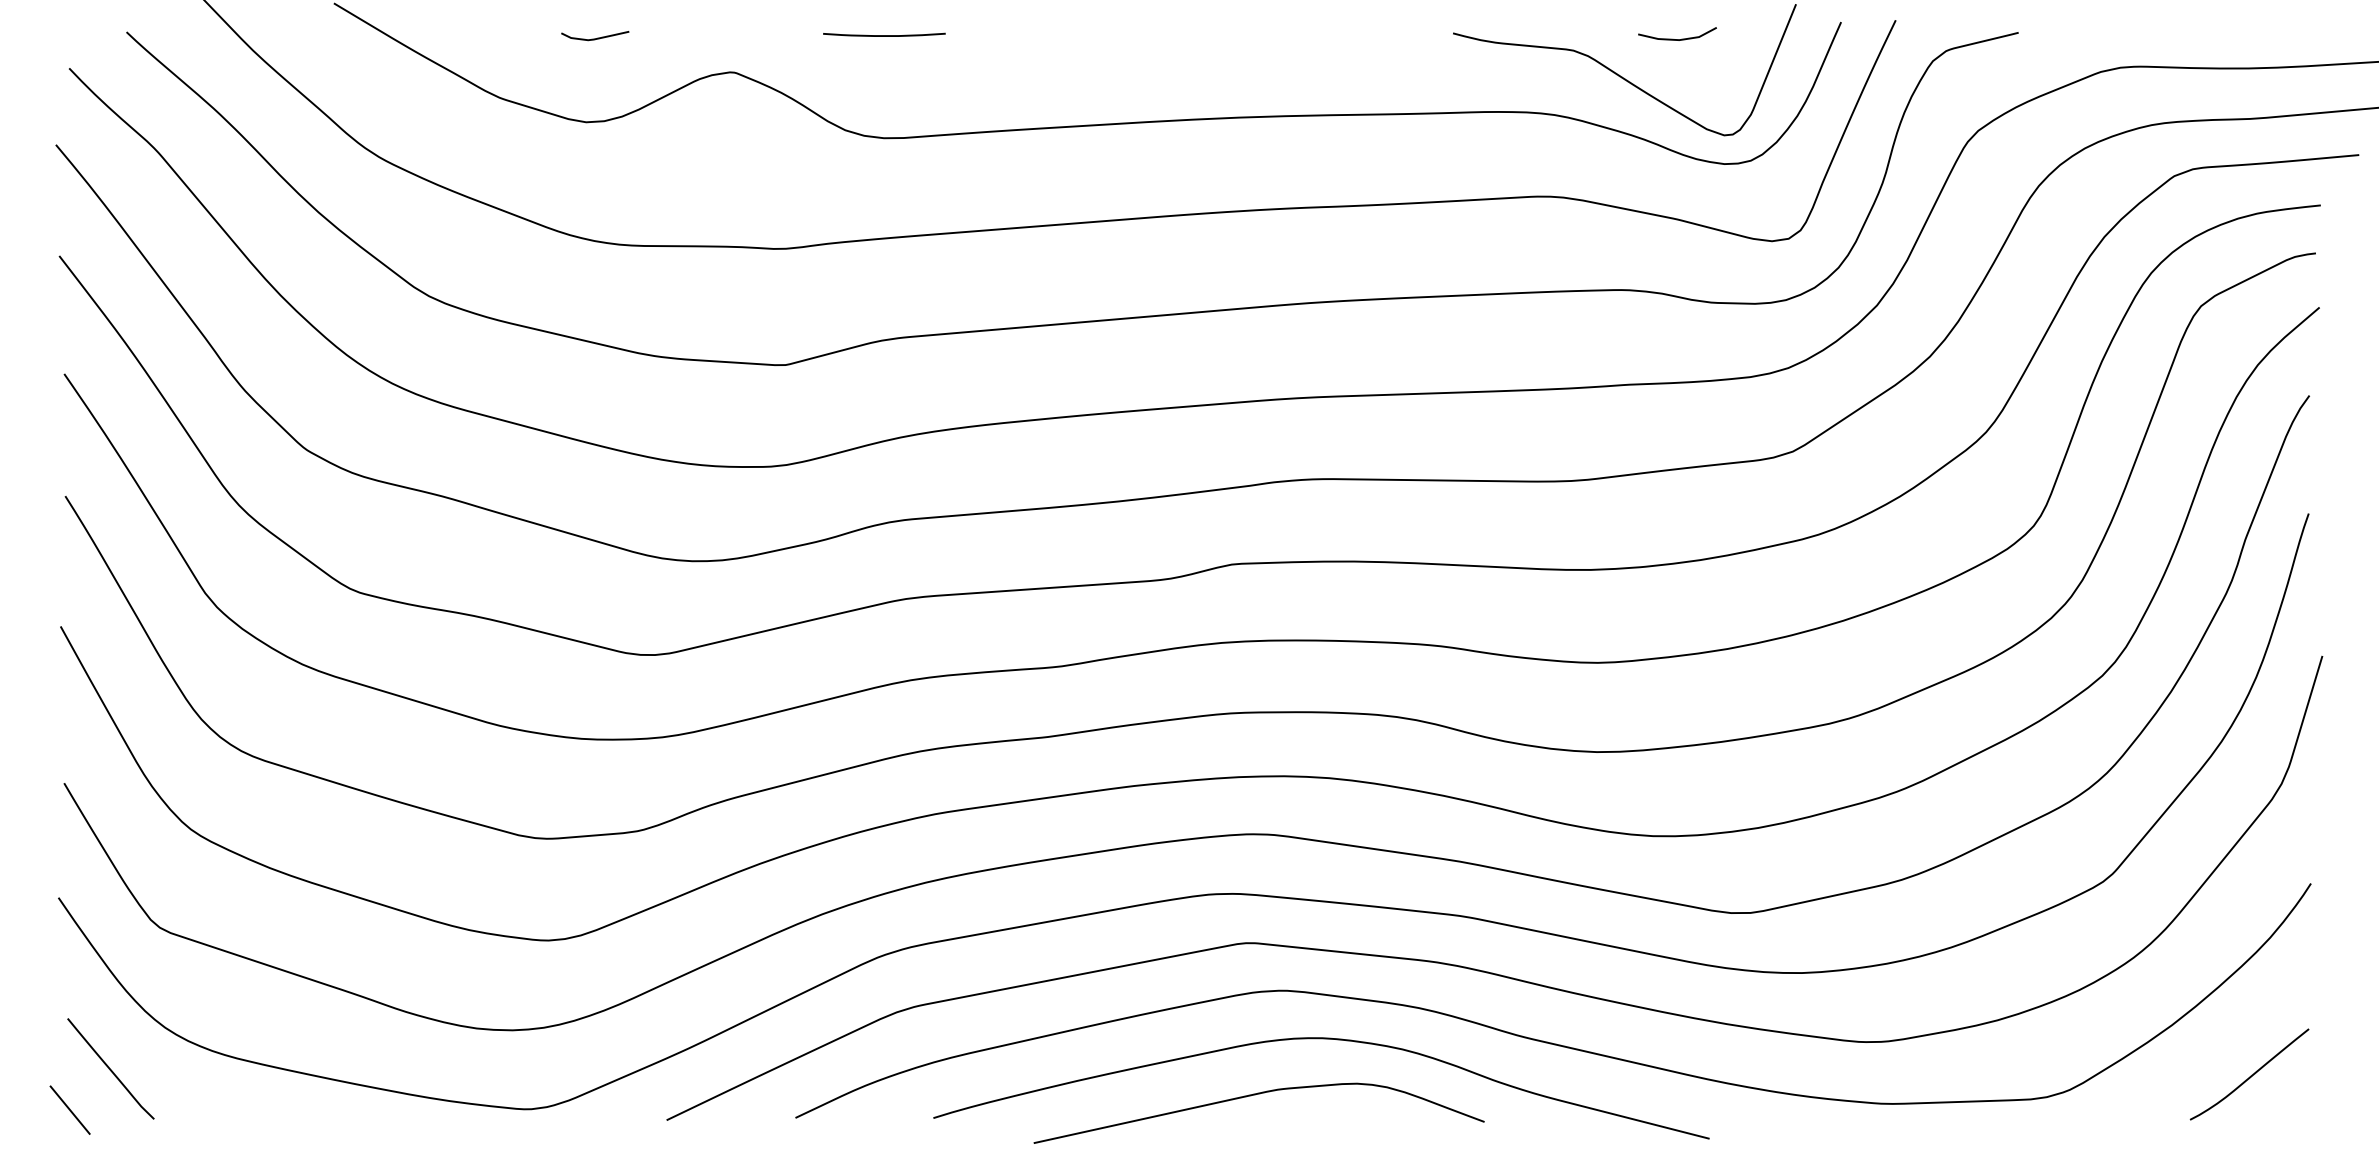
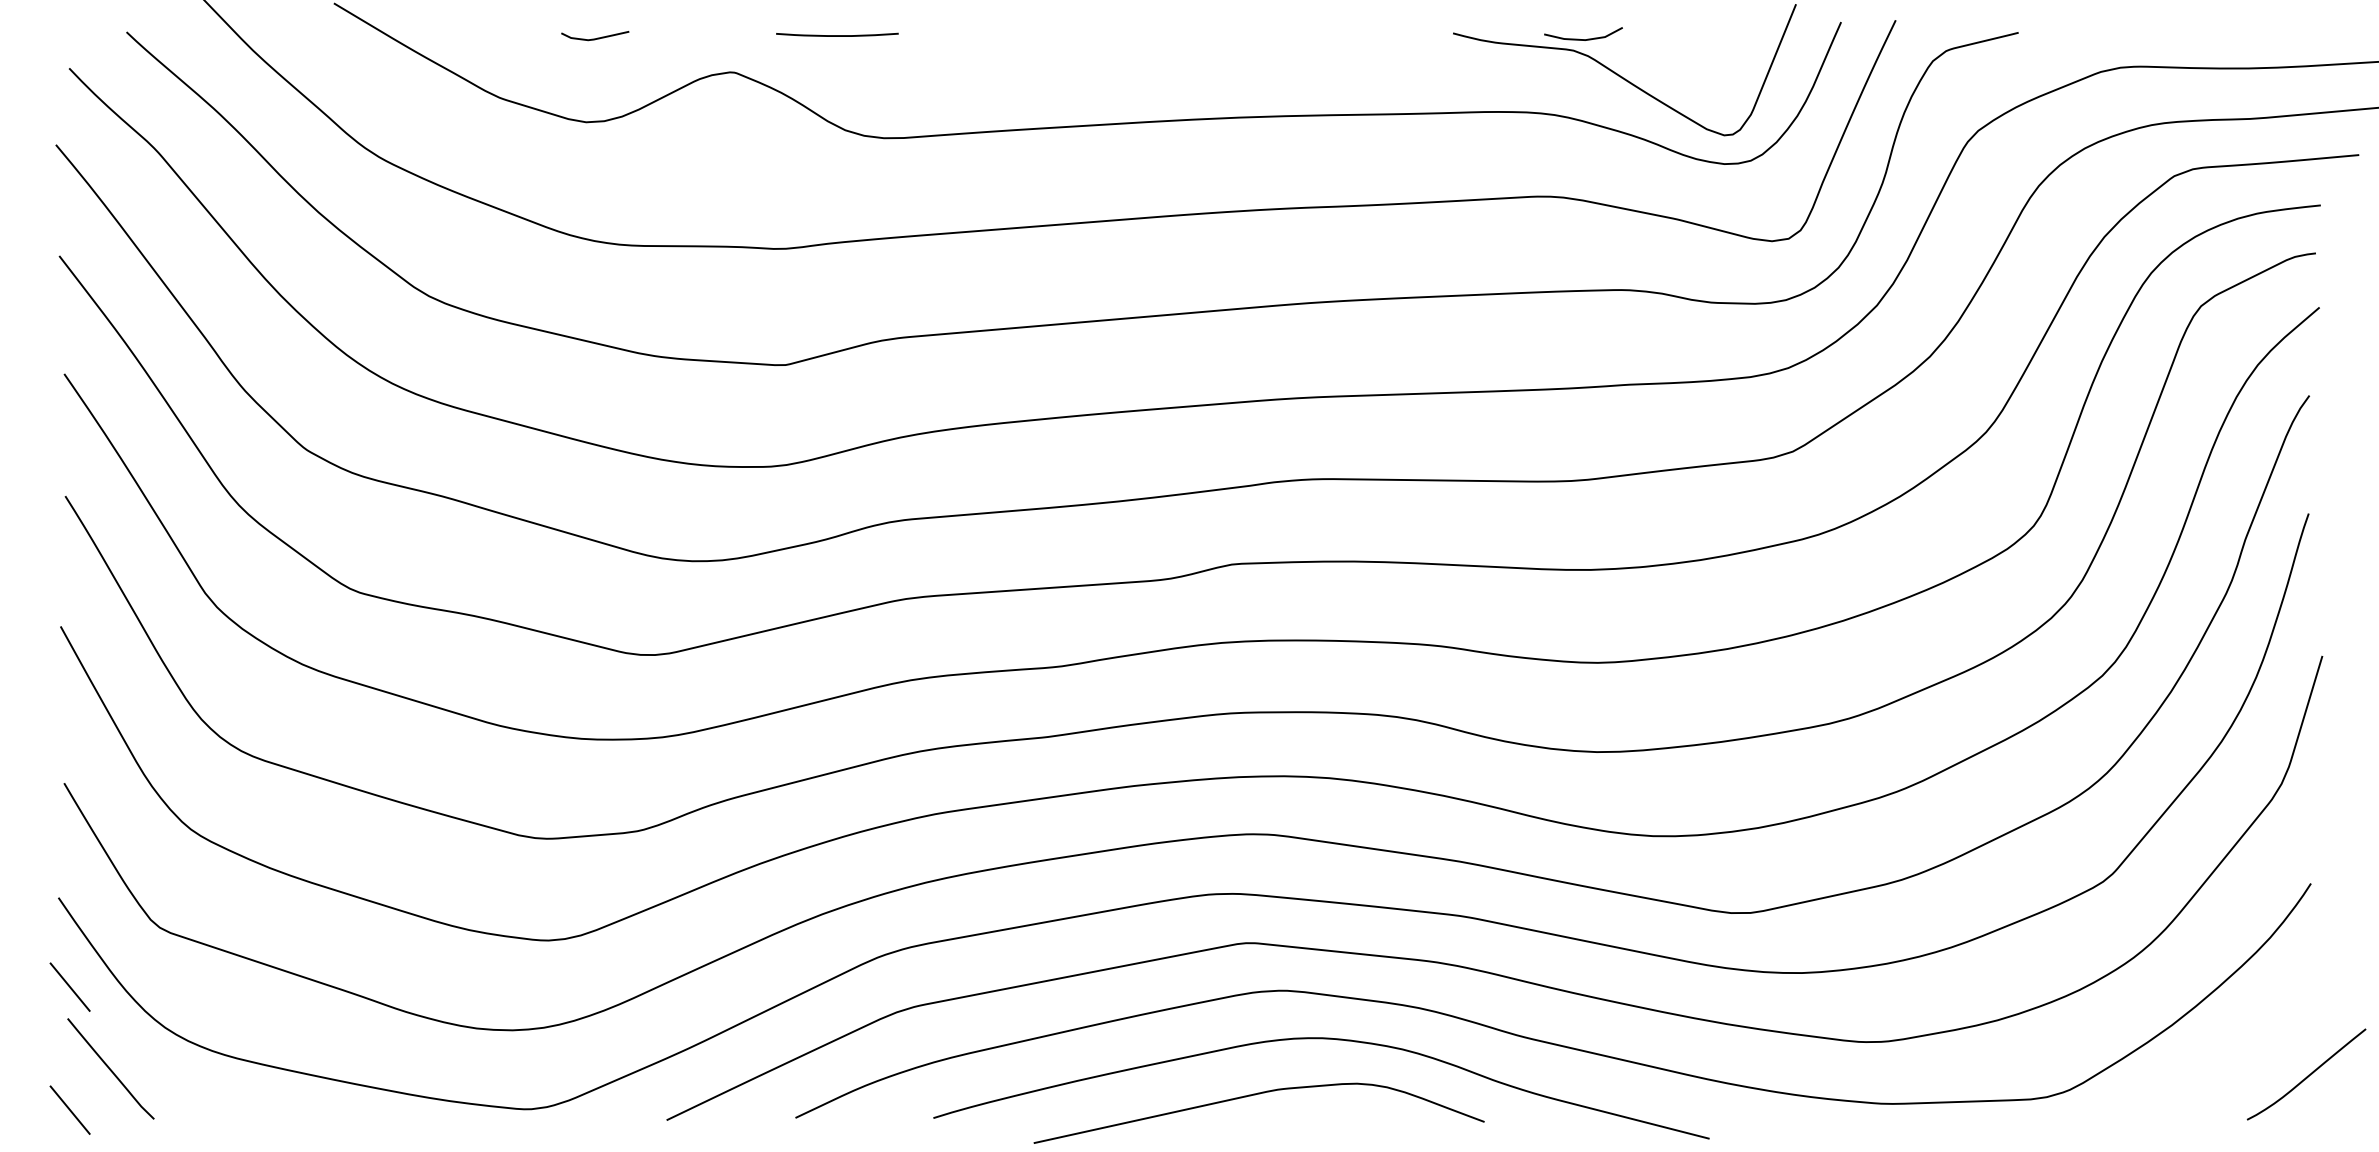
curve at (884, 35) position: (884, 35) -> (837, 35)
line at (1677, 39) position: (1677, 39) -> (1583, 39)
line at (69, 986): none -> present
curve at (2250, 1075) position: (2250, 1075) -> (2307, 1075)
